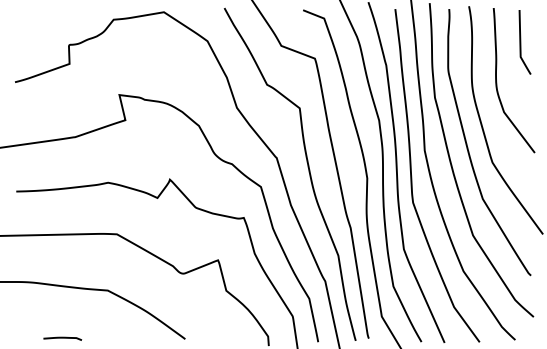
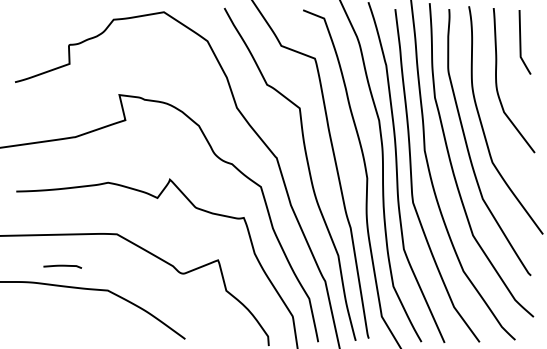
curve at (62, 338) position: (62, 338) -> (62, 266)
